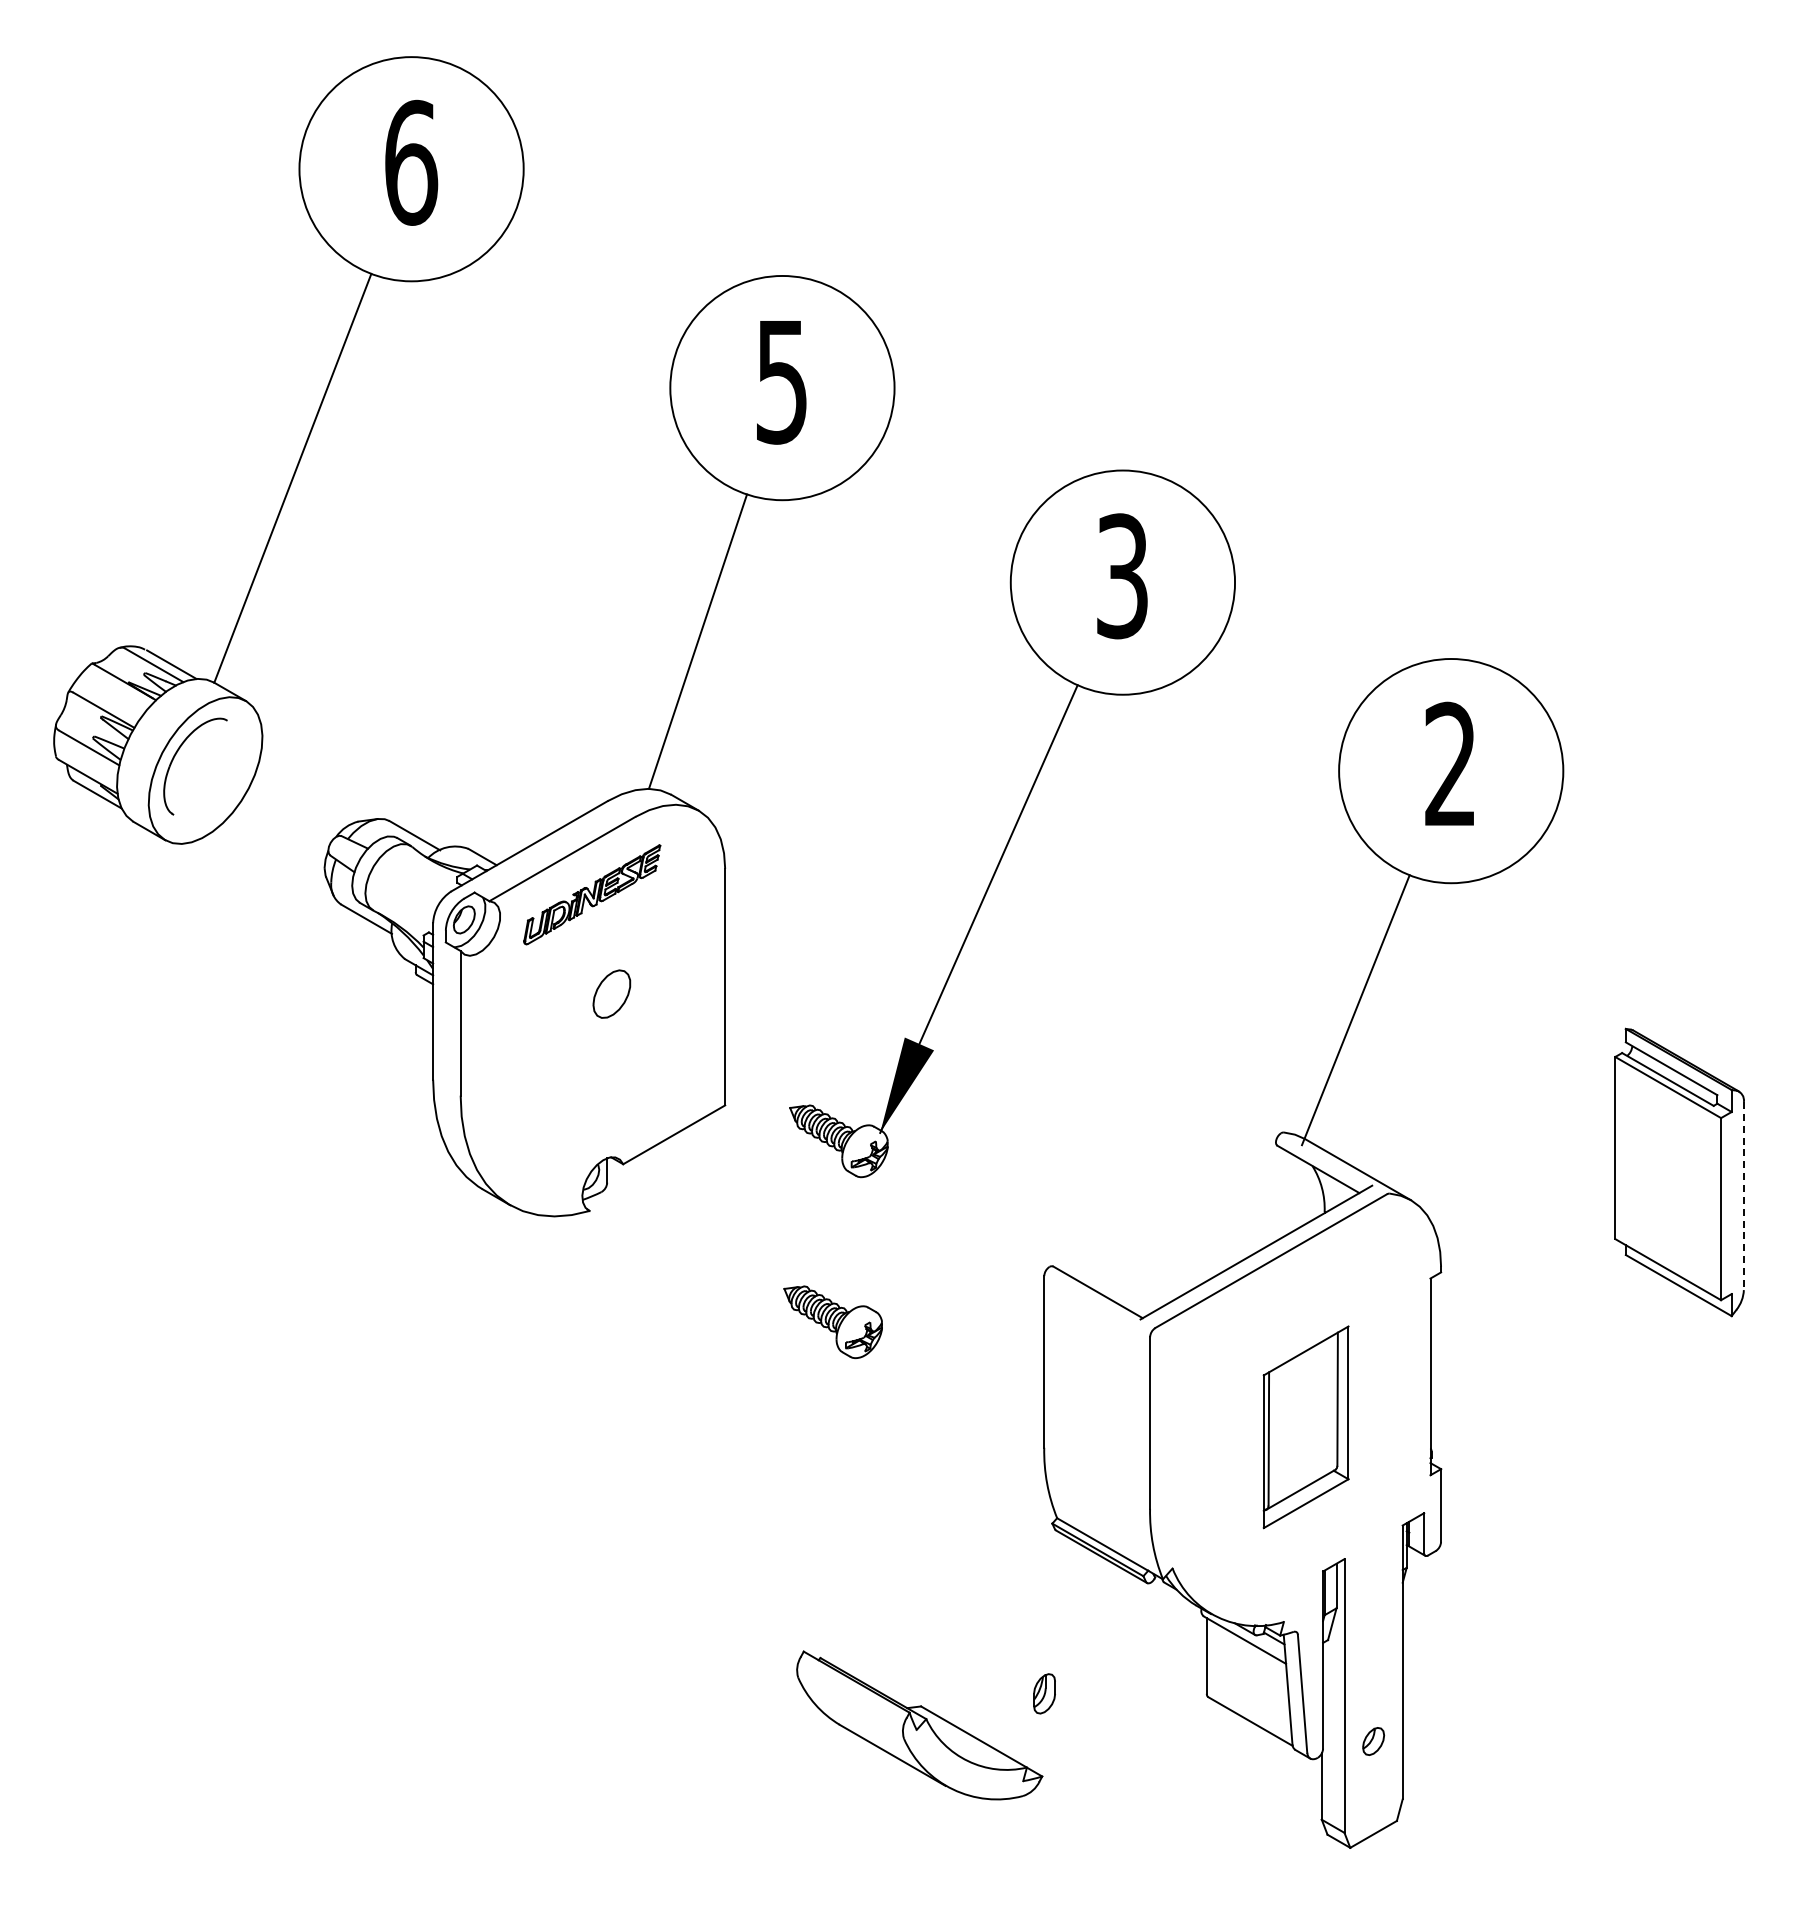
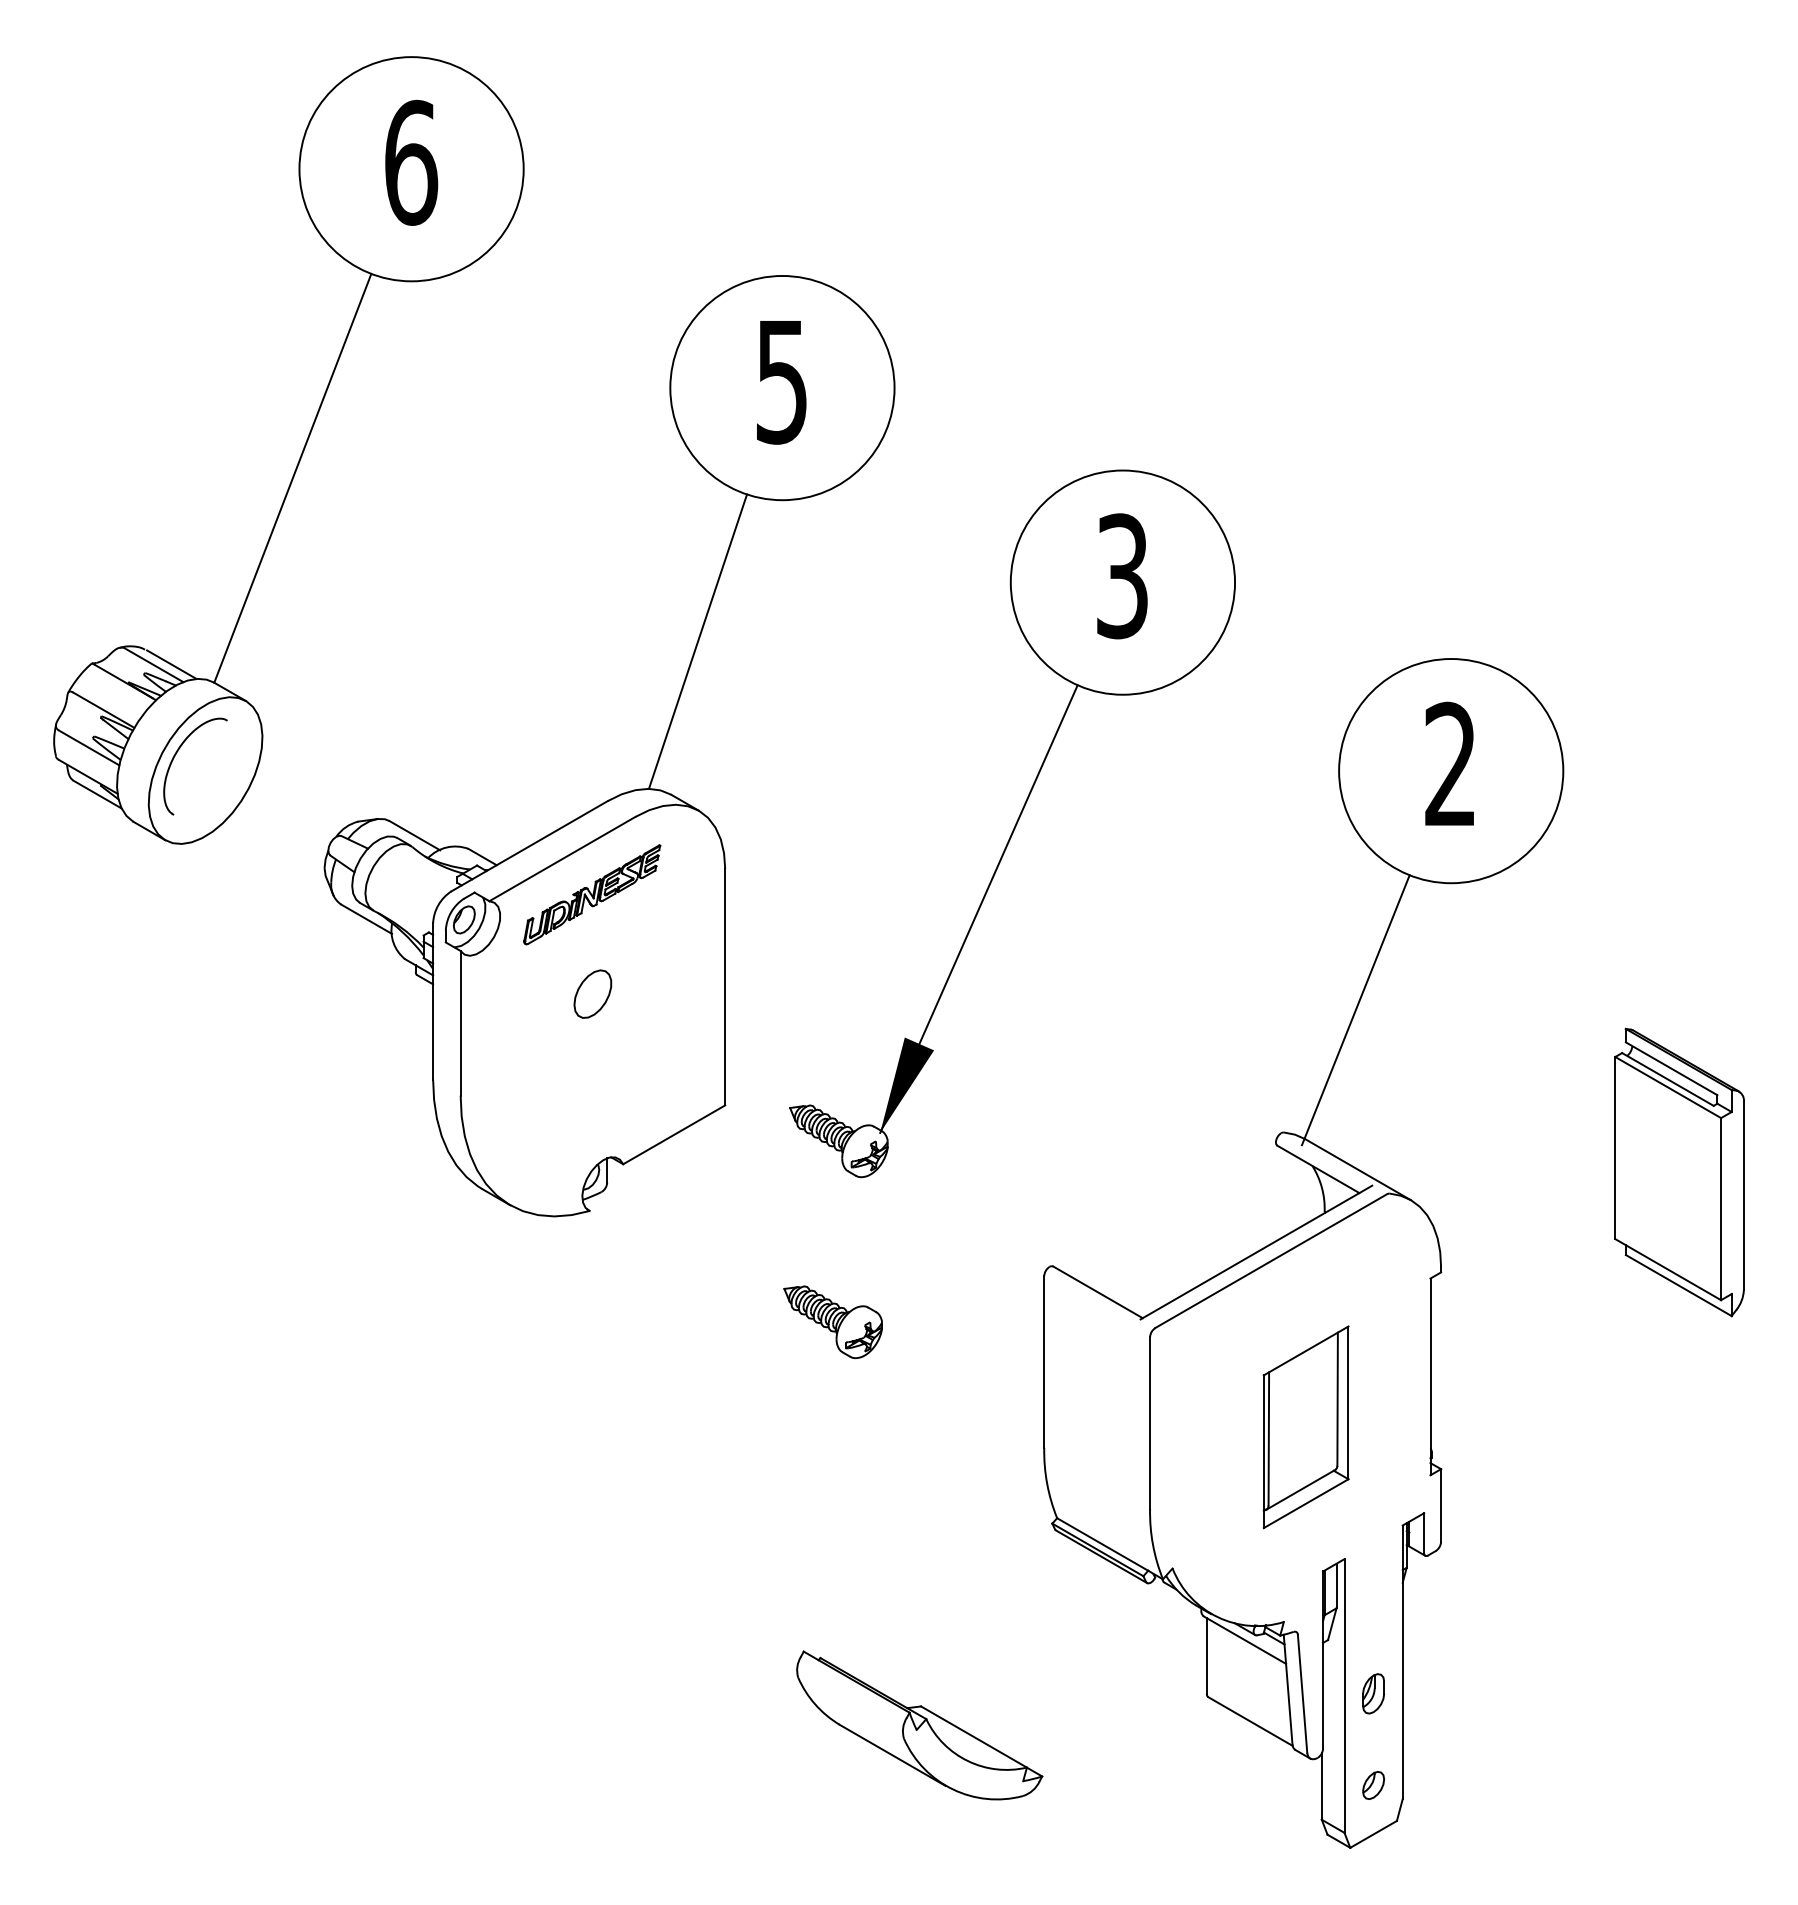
part at (611, 993) position: (611, 993) -> (592, 993)
line at (1743, 1196): dashed -> solid
part at (1044, 1693) position: (1044, 1693) -> (1373, 1693)
part at (1373, 1741) position: (1373, 1741) -> (1373, 1785)
